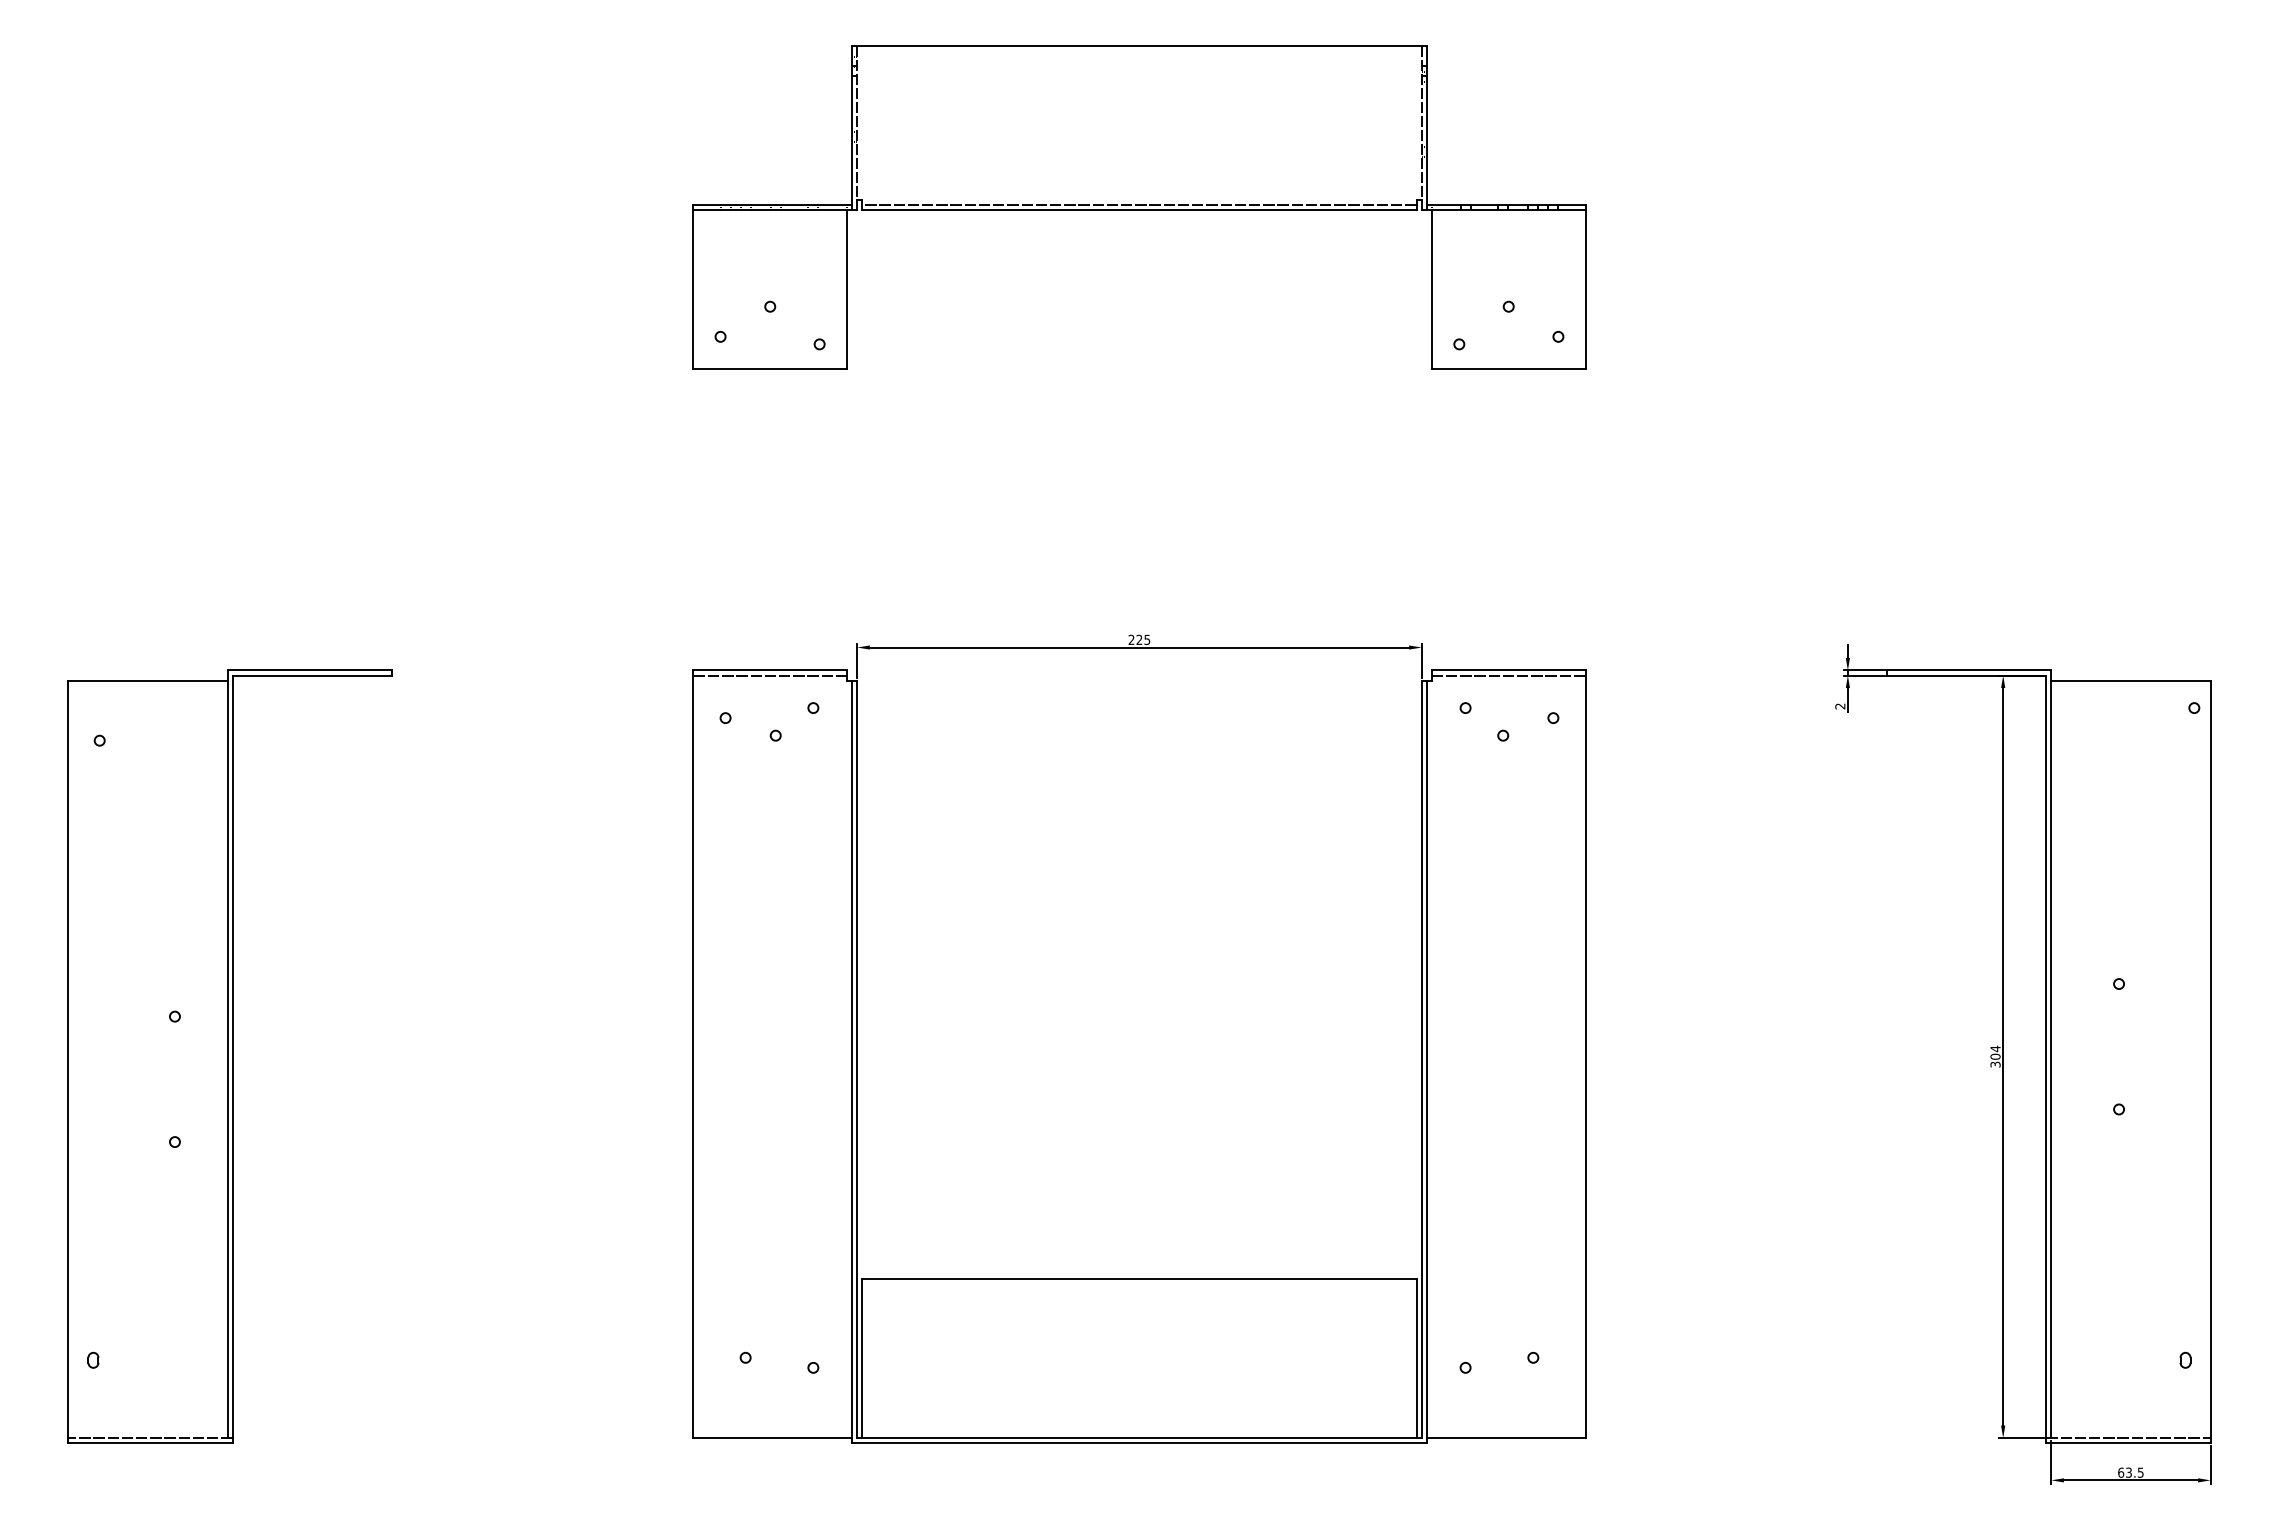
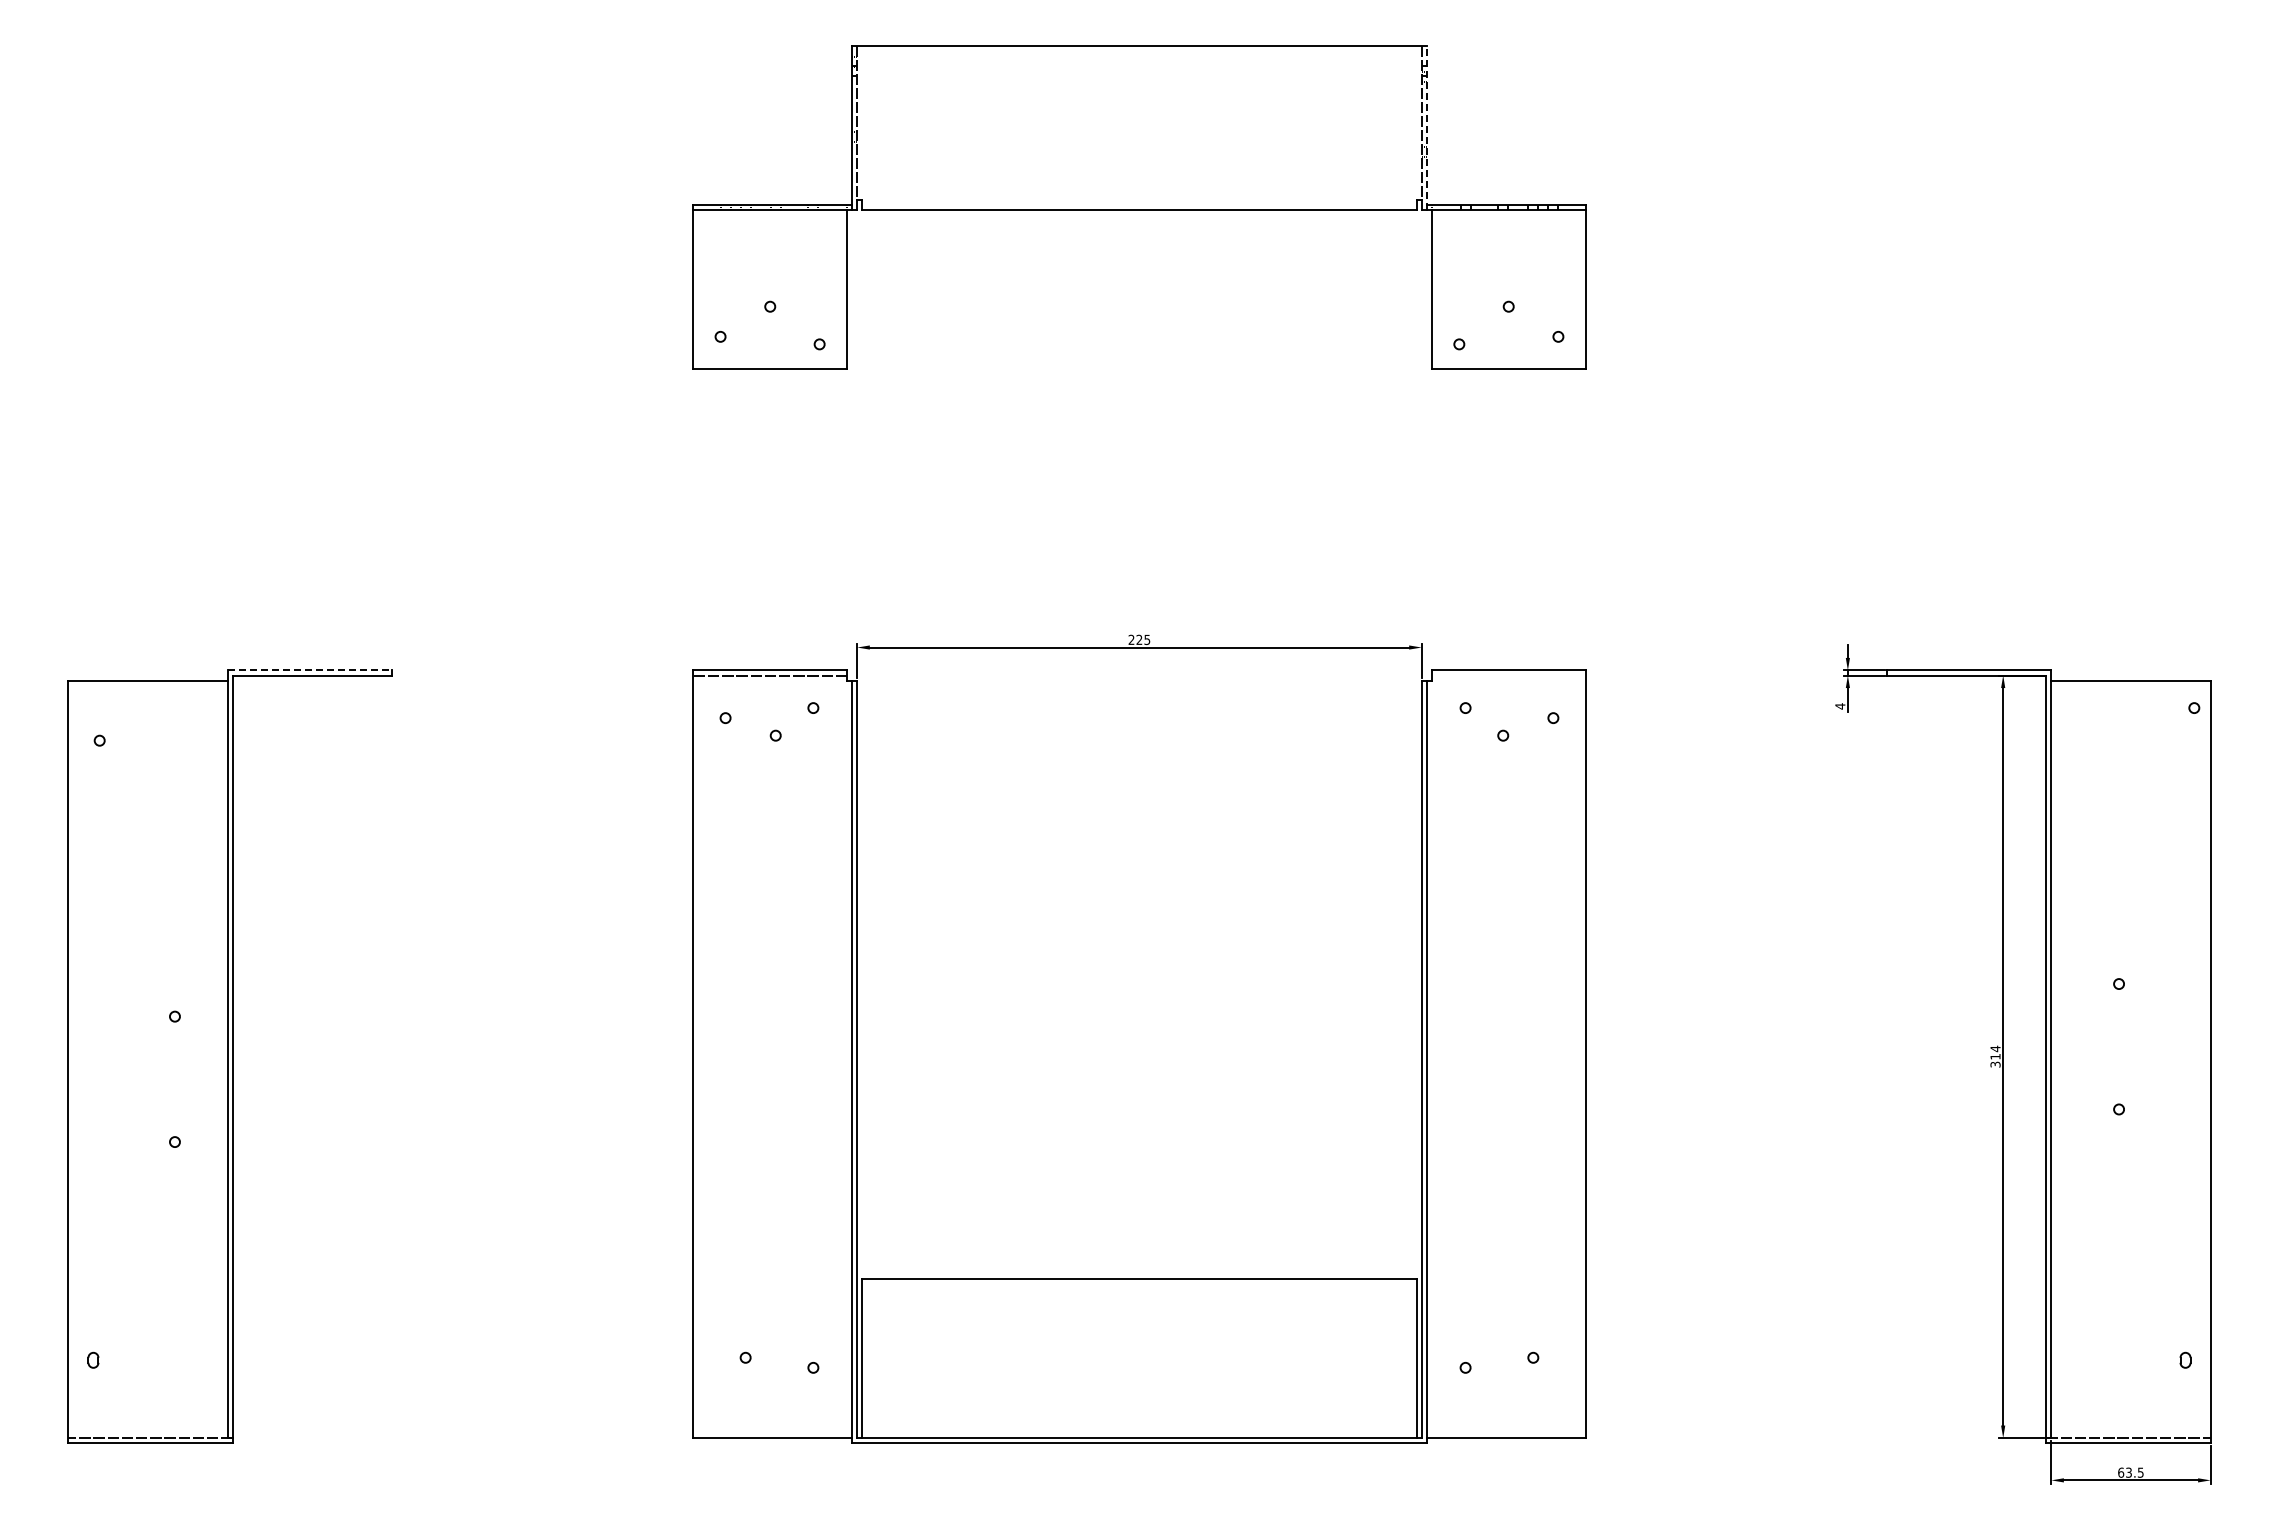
line at (1426, 127): solid -> dashed
line at (1139, 205): present -> none
line at (310, 670): solid -> dashed
line at (1508, 675): present -> none
text at (1840, 706): 2 -> 4
text at (1995, 1056): 304 -> 314
